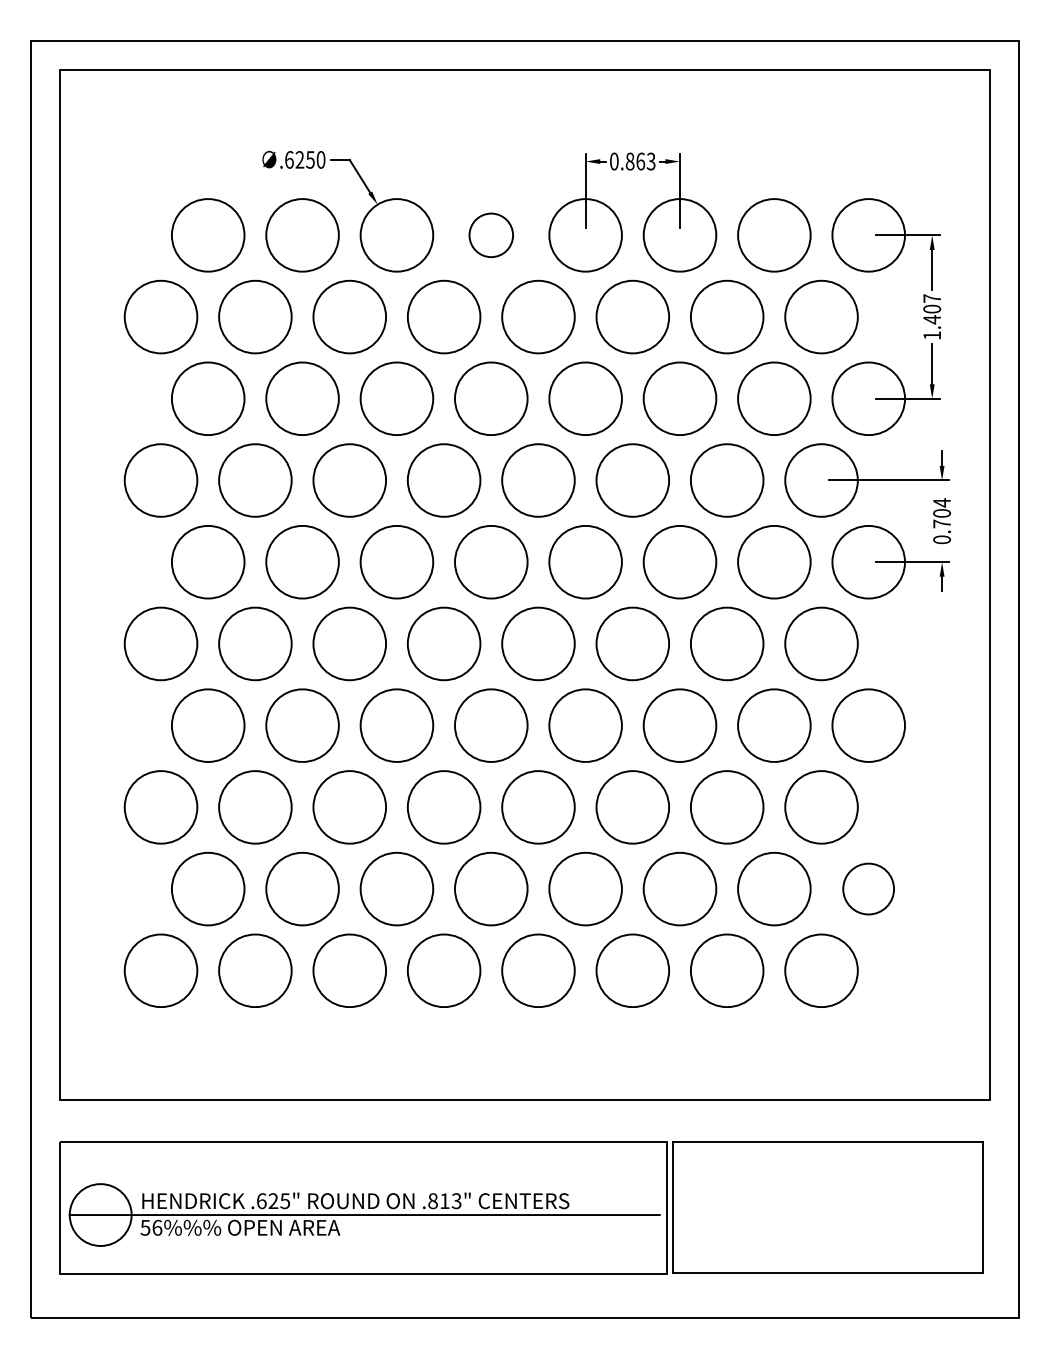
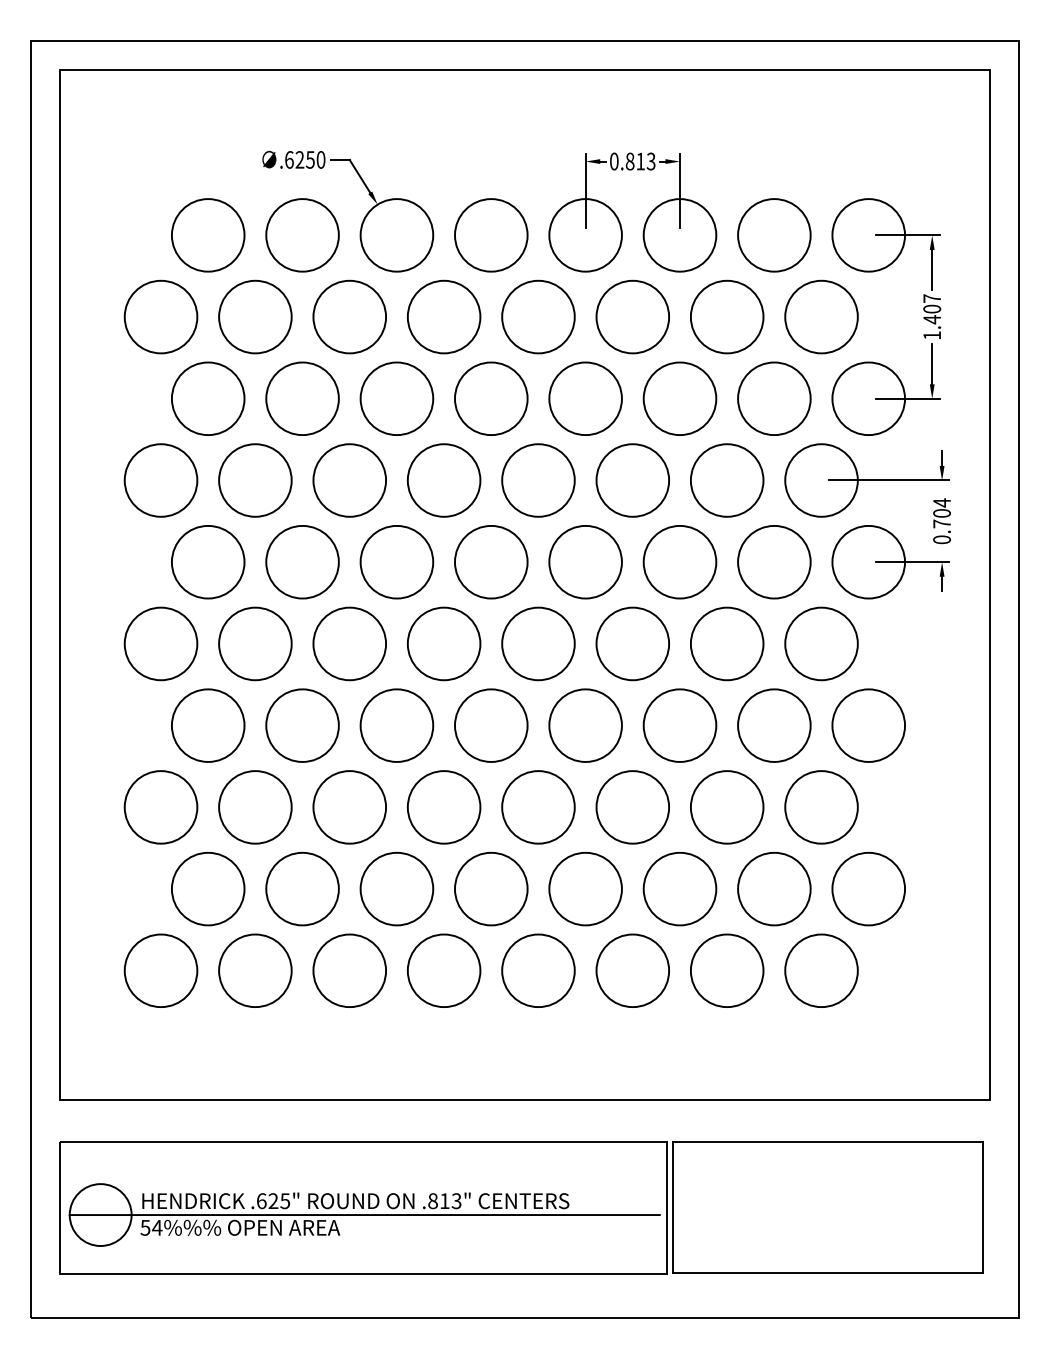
text at (640, 161): 0.863 -> 0.813
circle at (491, 235) diameter: 44 px -> 73 px
circle at (868, 888) size: 53x54 px -> 75x76 px
text at (157, 1227): 56%%% -> 54%%%
